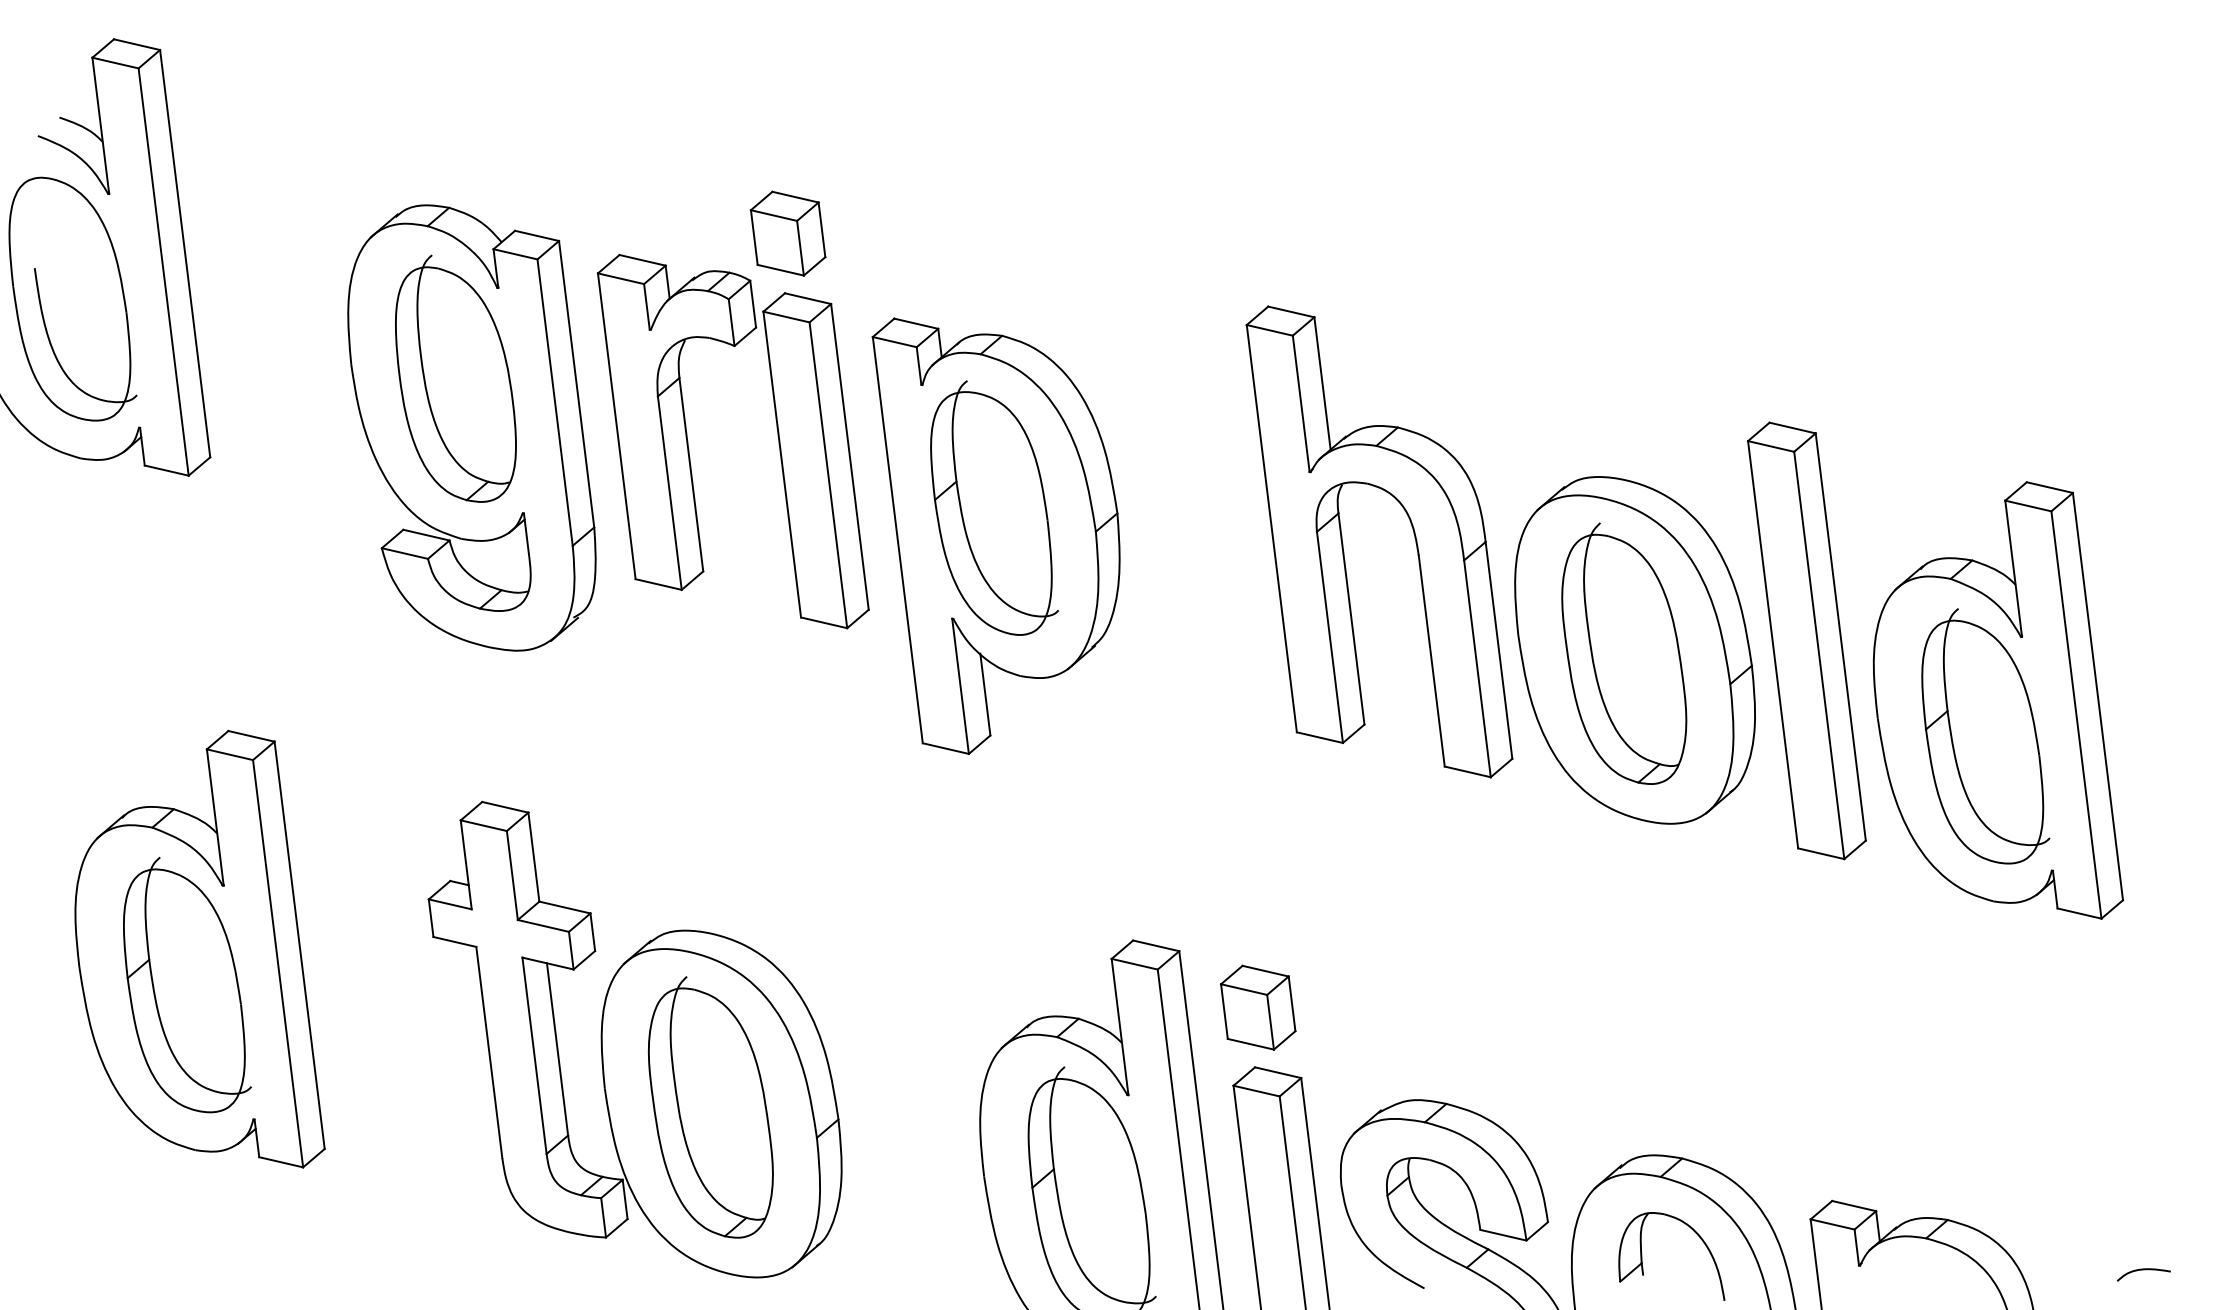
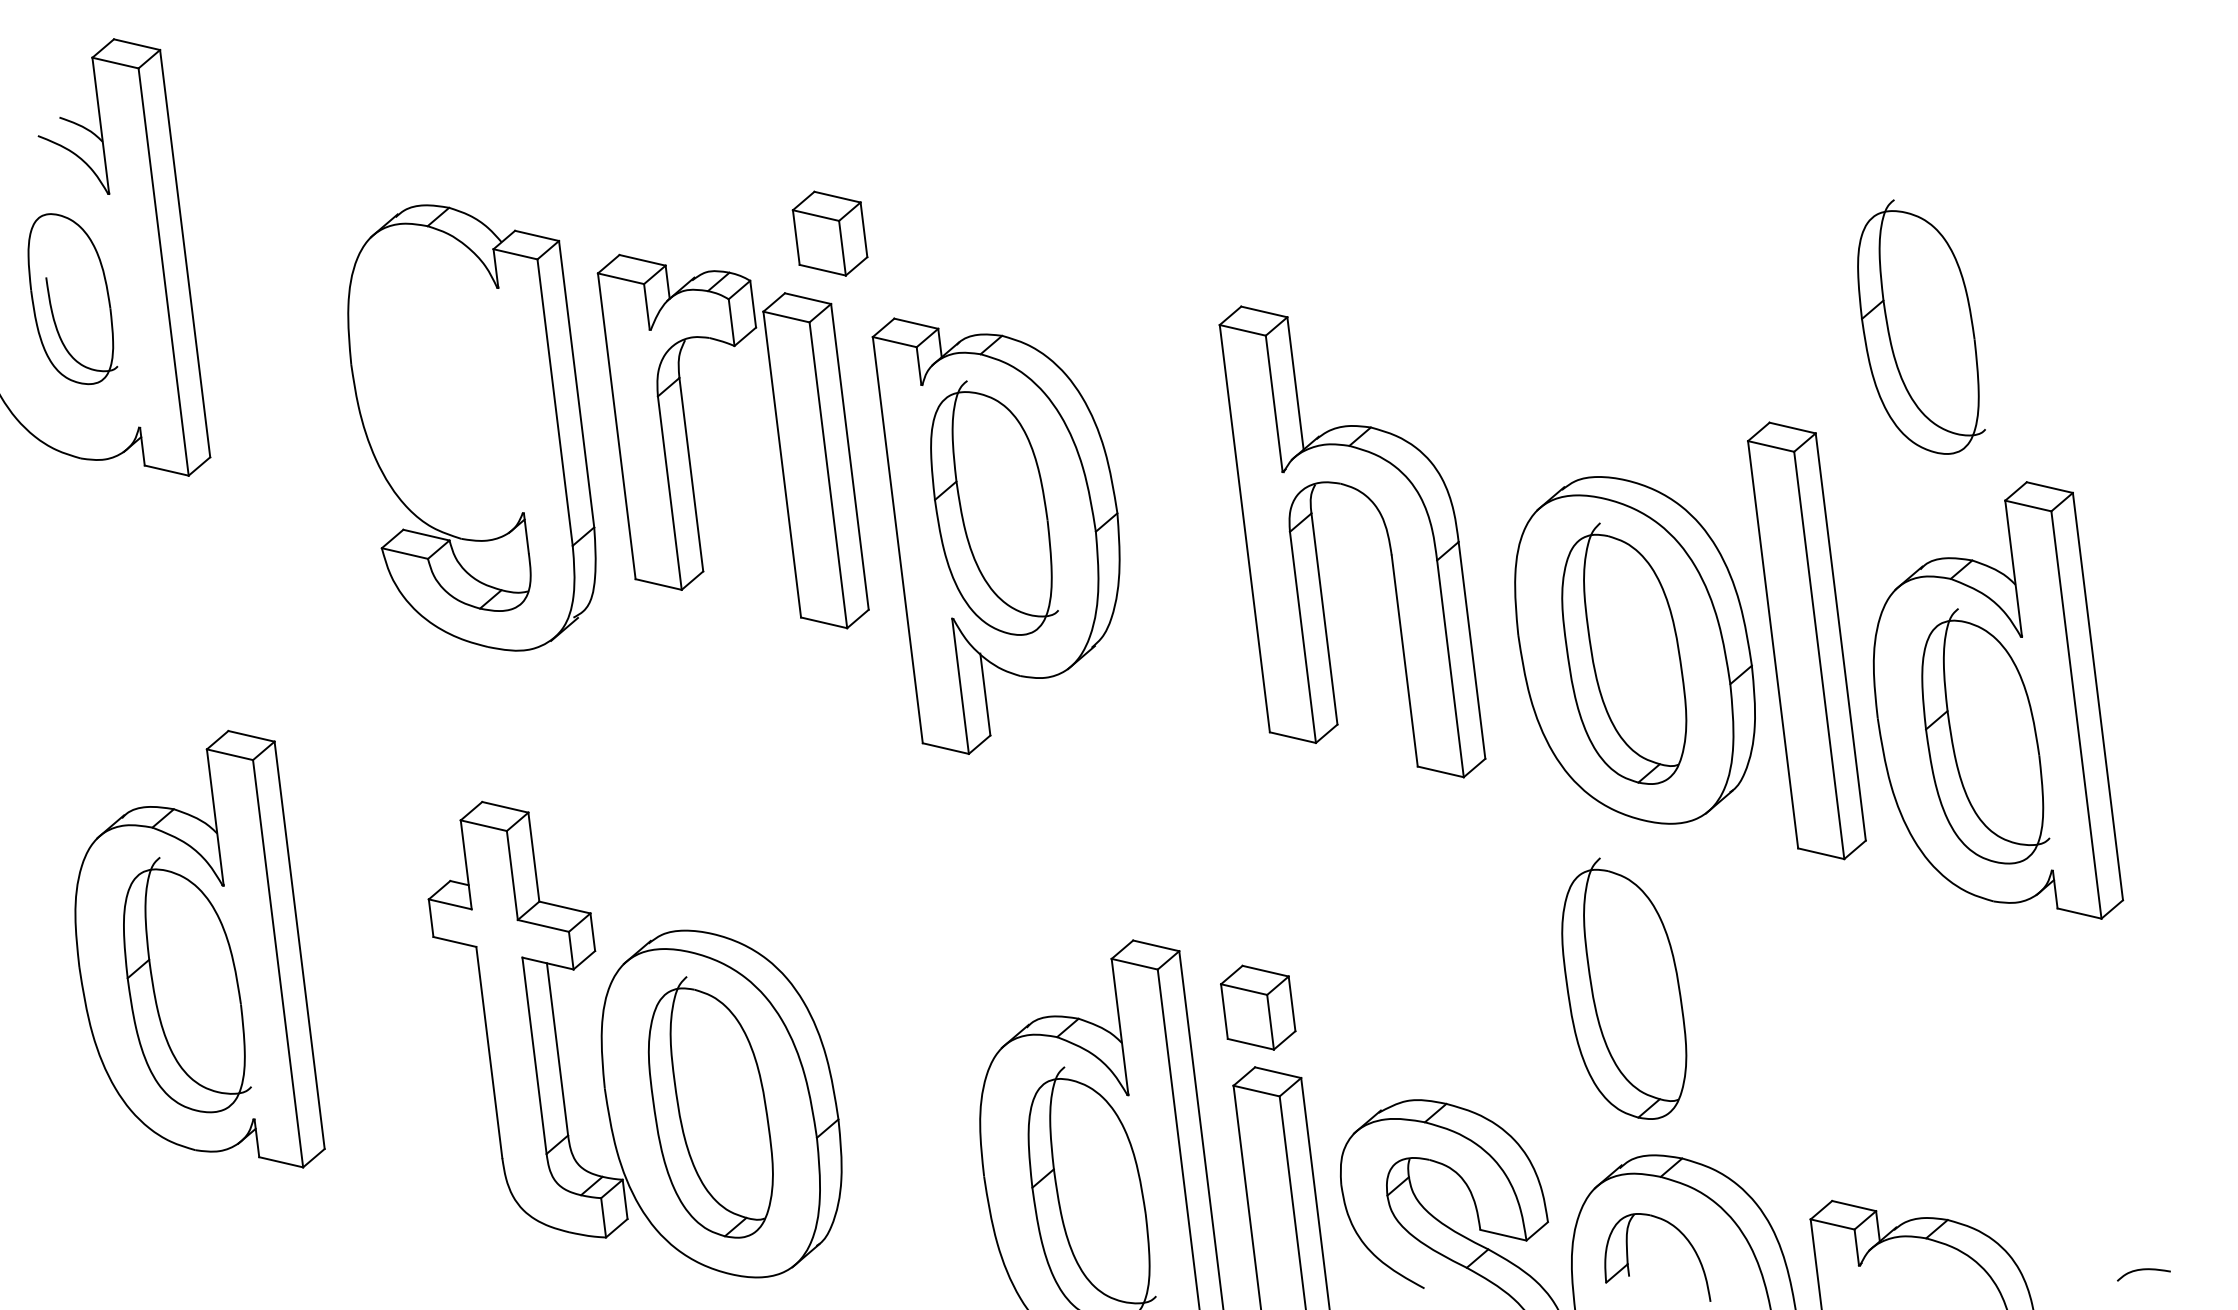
part at (787, 233) position: (787, 233) -> (829, 233)
part at (72, 298) size: 130x246 px -> 92x173 px
part at (1921, 326): none -> present
part at (455, 378): present -> none
part at (1413, 533) position: (1413, 533) -> (1386, 533)
part at (1624, 988): none -> present
part at (1642, 1256) position: (1642, 1256) -> (1628, 1257)
